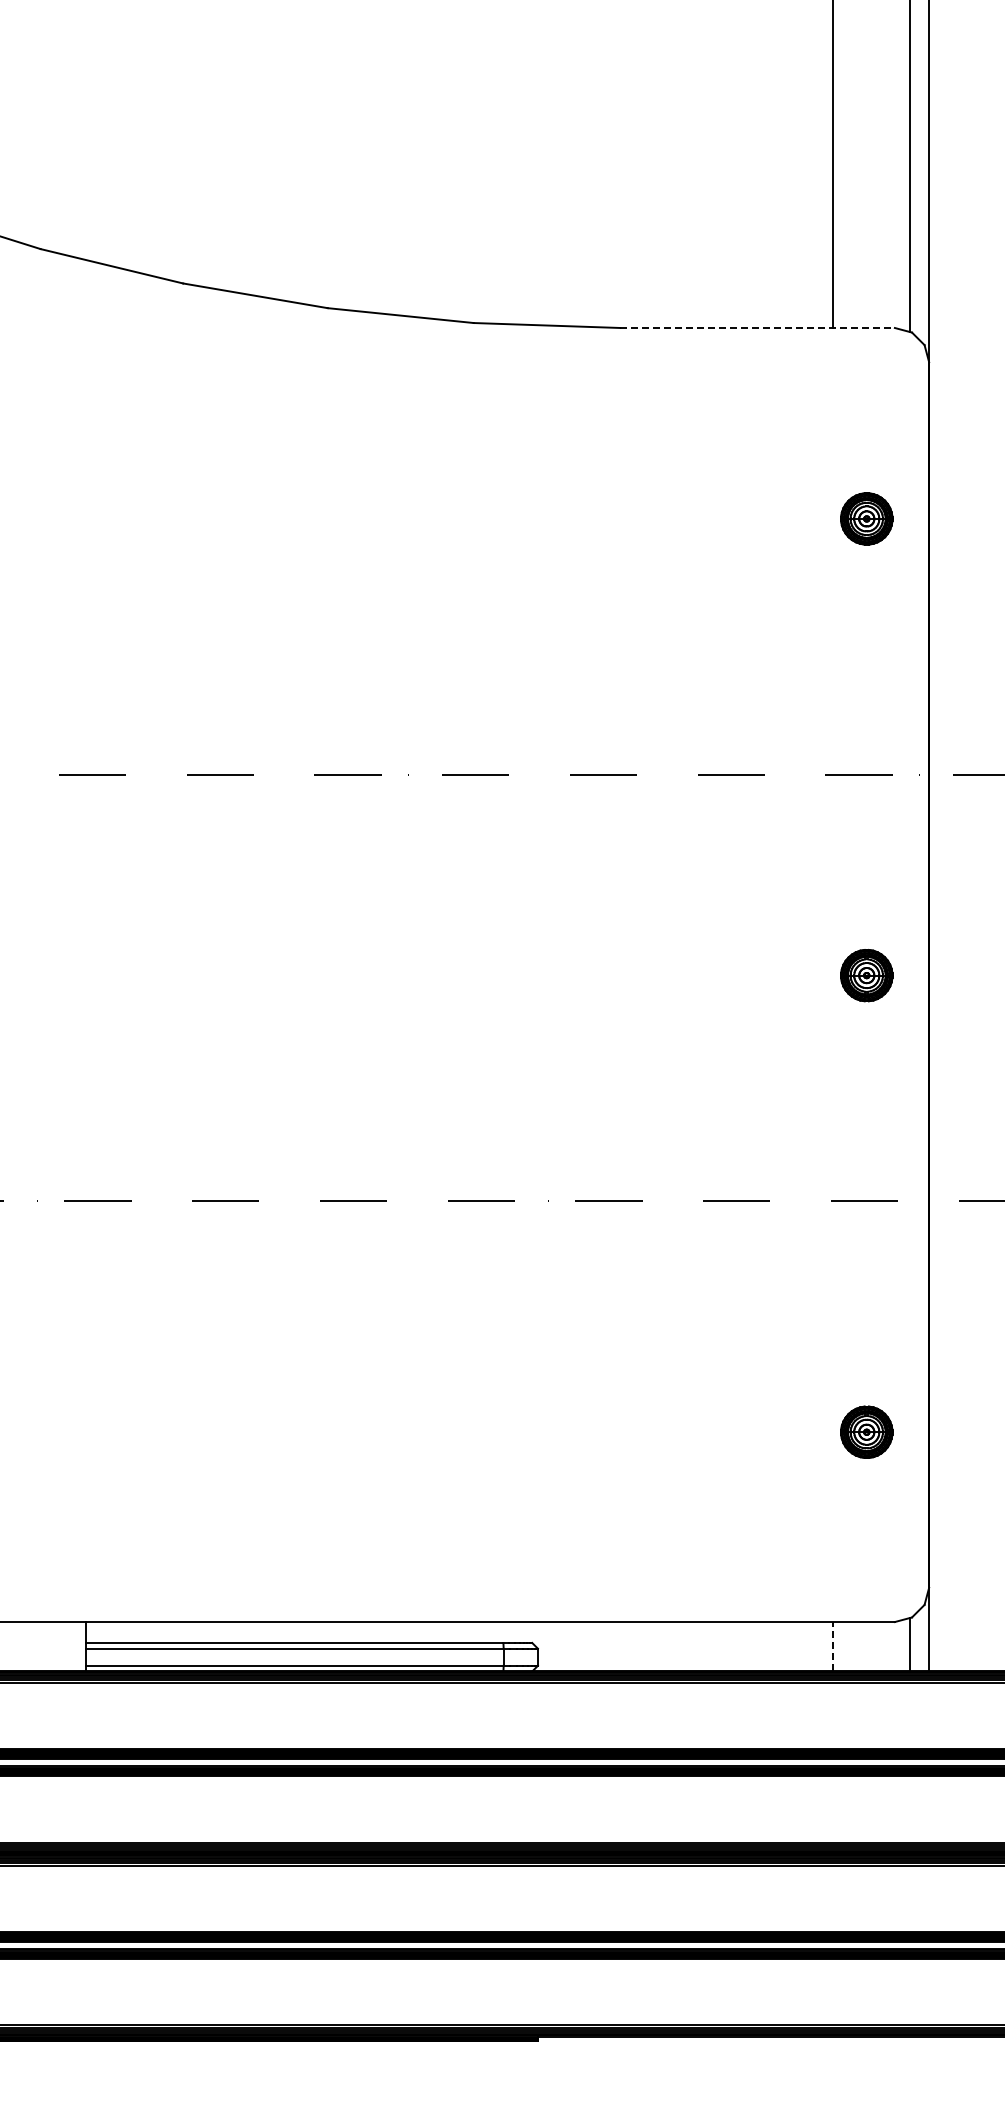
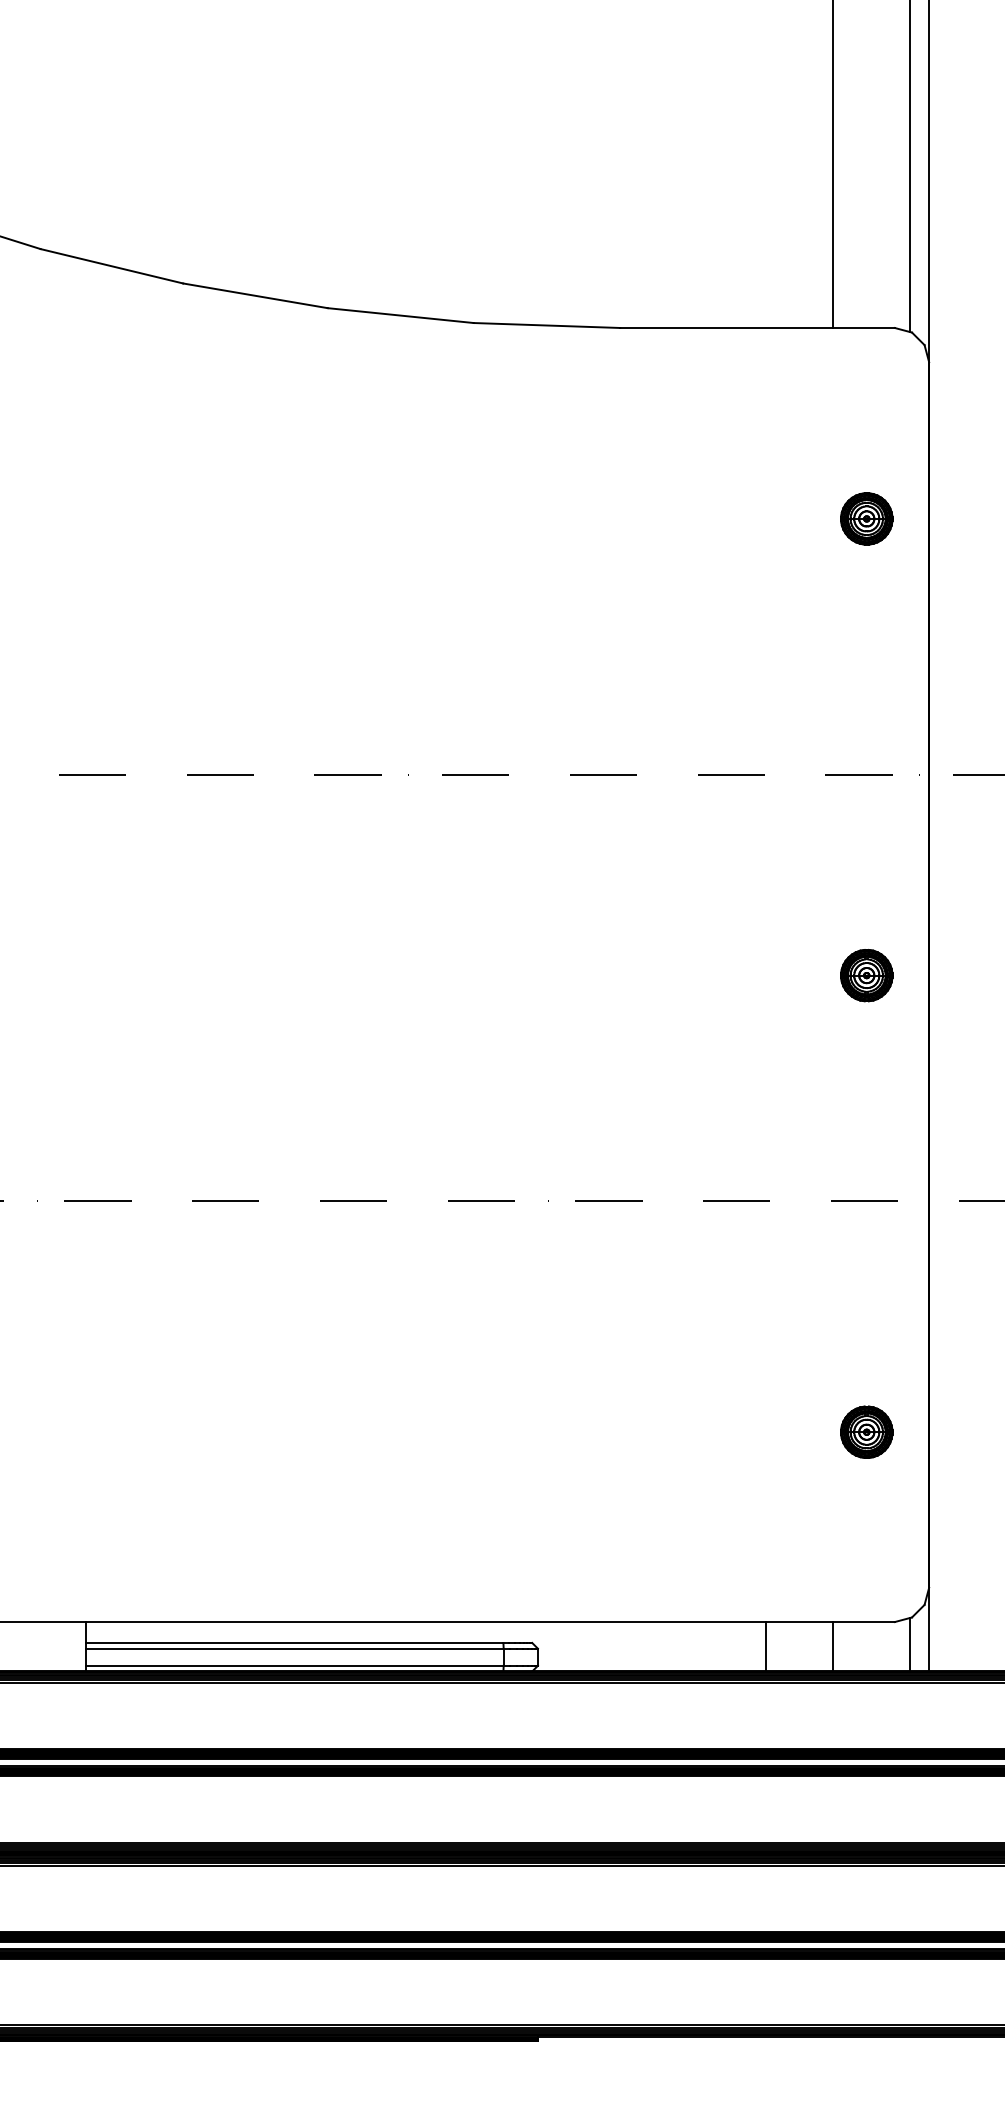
line at (758, 328): dashed -> solid
line at (766, 1646): none -> present
line at (832, 1646): dashed -> solid
